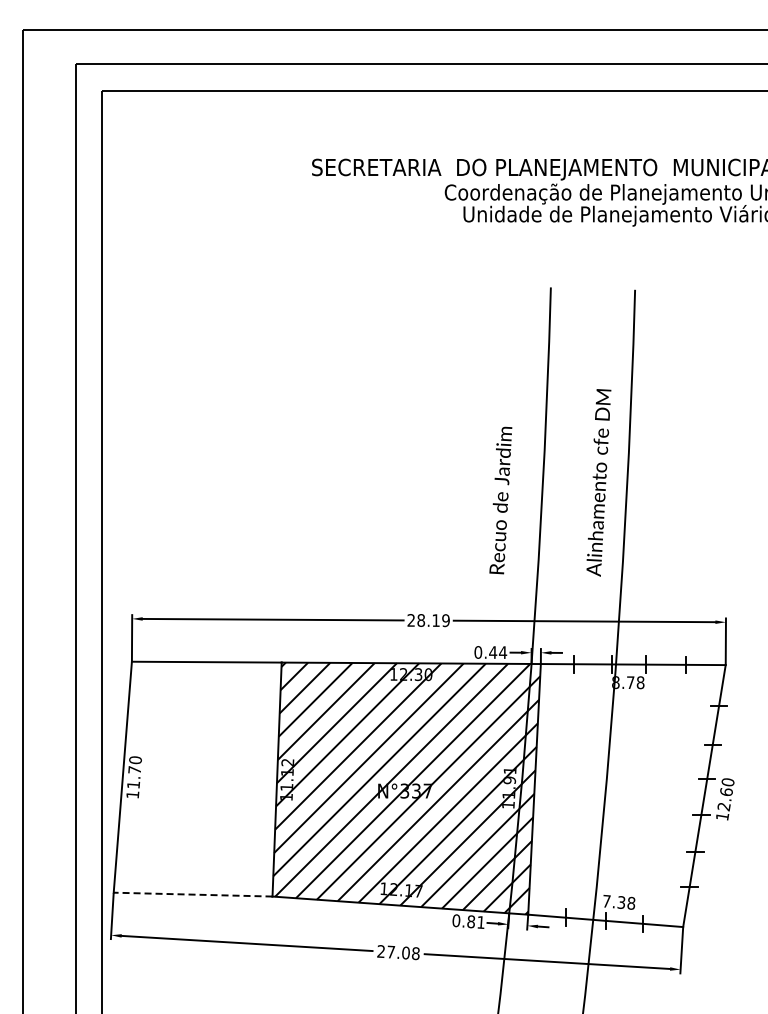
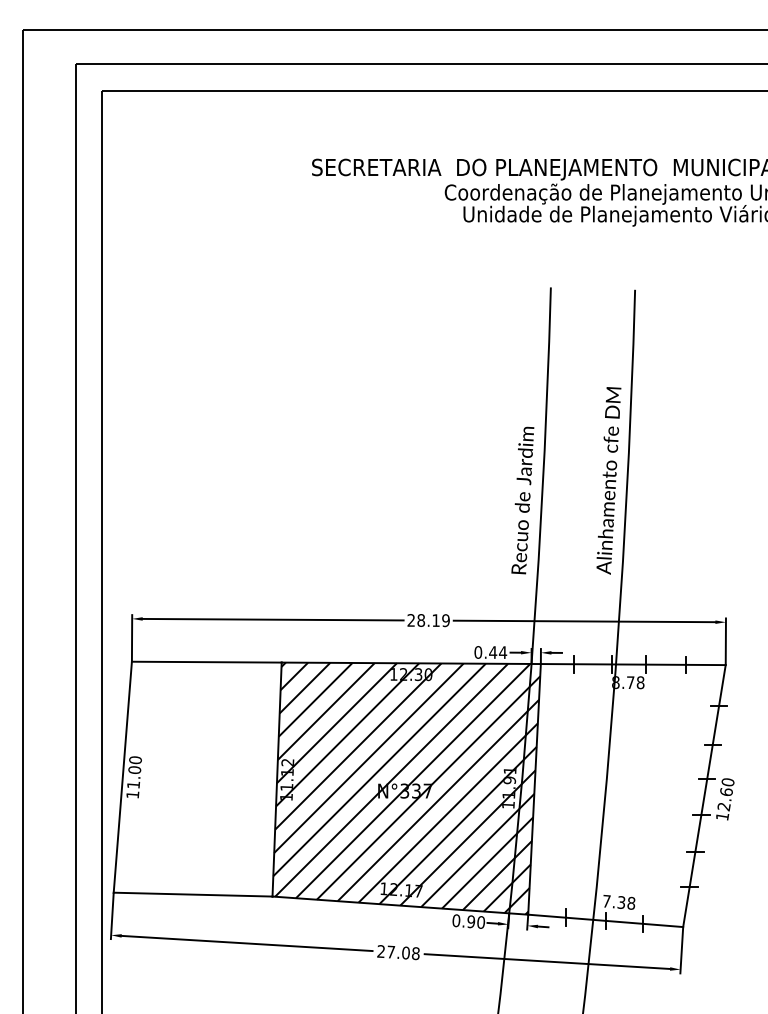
text at (598, 482) position: (598, 482) -> (608, 480)
text at (500, 500) position: (500, 500) -> (522, 500)
text at (134, 769): 11.70 -> 11.00
line at (192, 894): dashed -> solid
text at (476, 921): 0.81 -> 0.90
